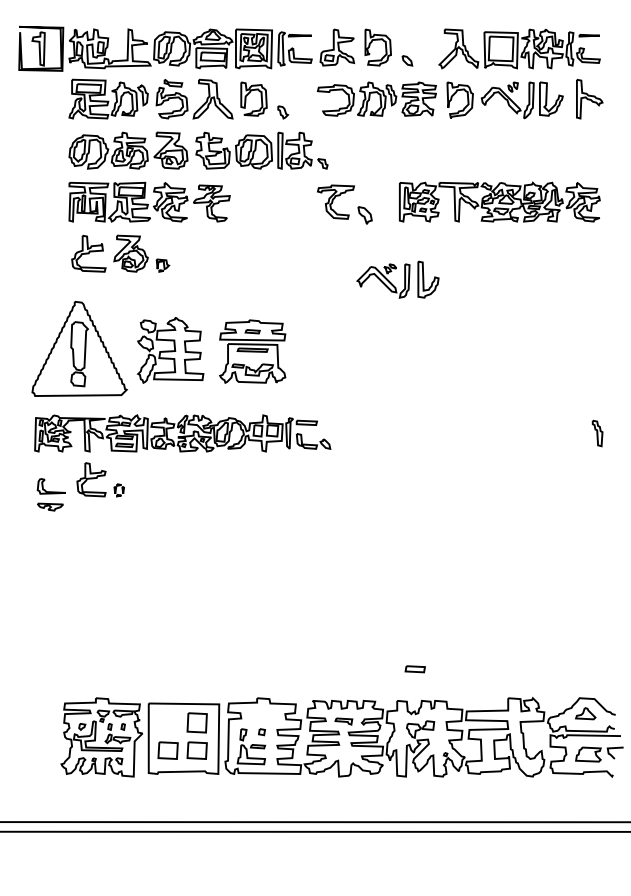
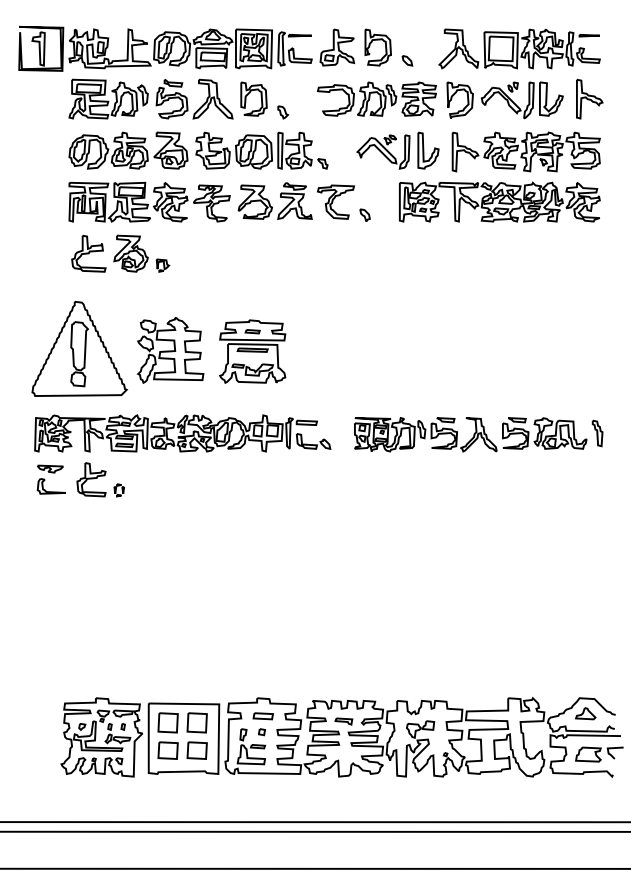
part at (525, 151): none -> present
part at (274, 200): none -> present
part at (364, 215) size: 16x19 px -> 12x14 px
part at (392, 283) position: (392, 283) -> (392, 154)
part at (470, 434): none -> present
part at (50, 506) position: (50, 506) -> (50, 468)
part at (414, 669) position: (414, 669) -> (262, 716)
part at (167, 722): none -> present
line at (314, 868): none -> present
